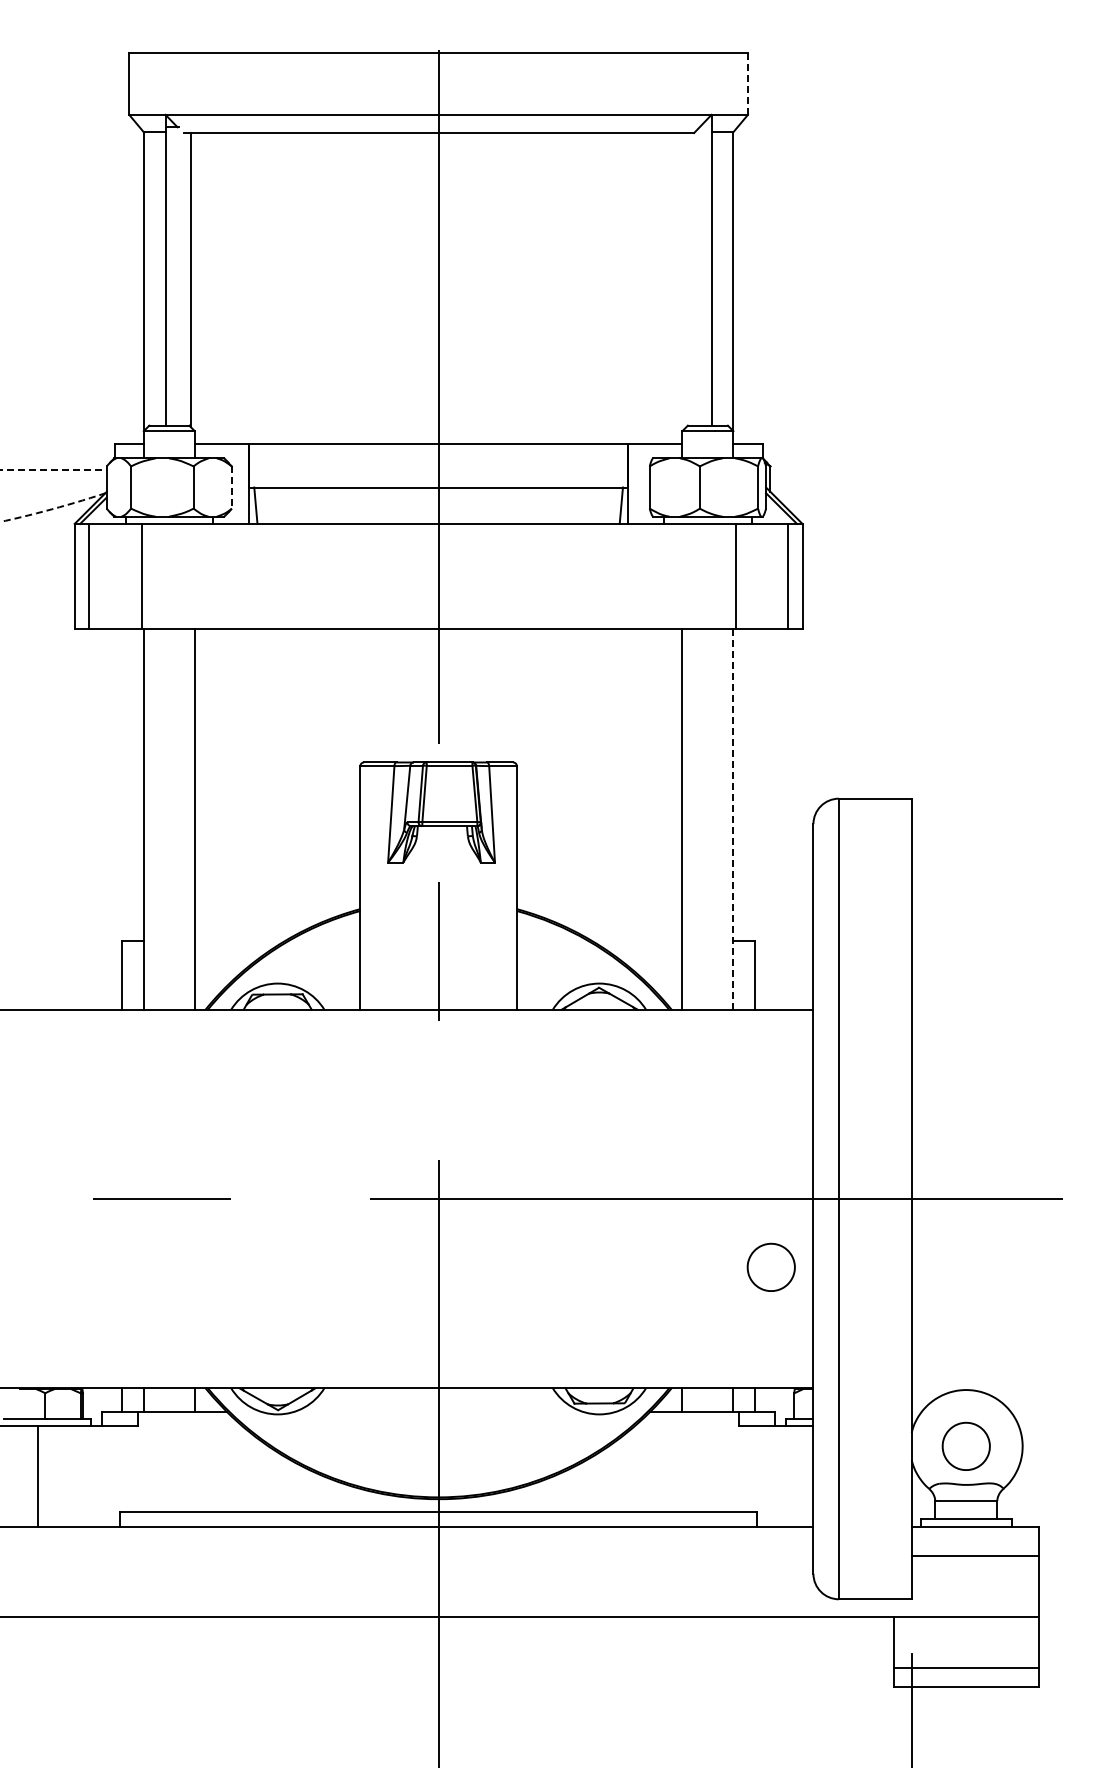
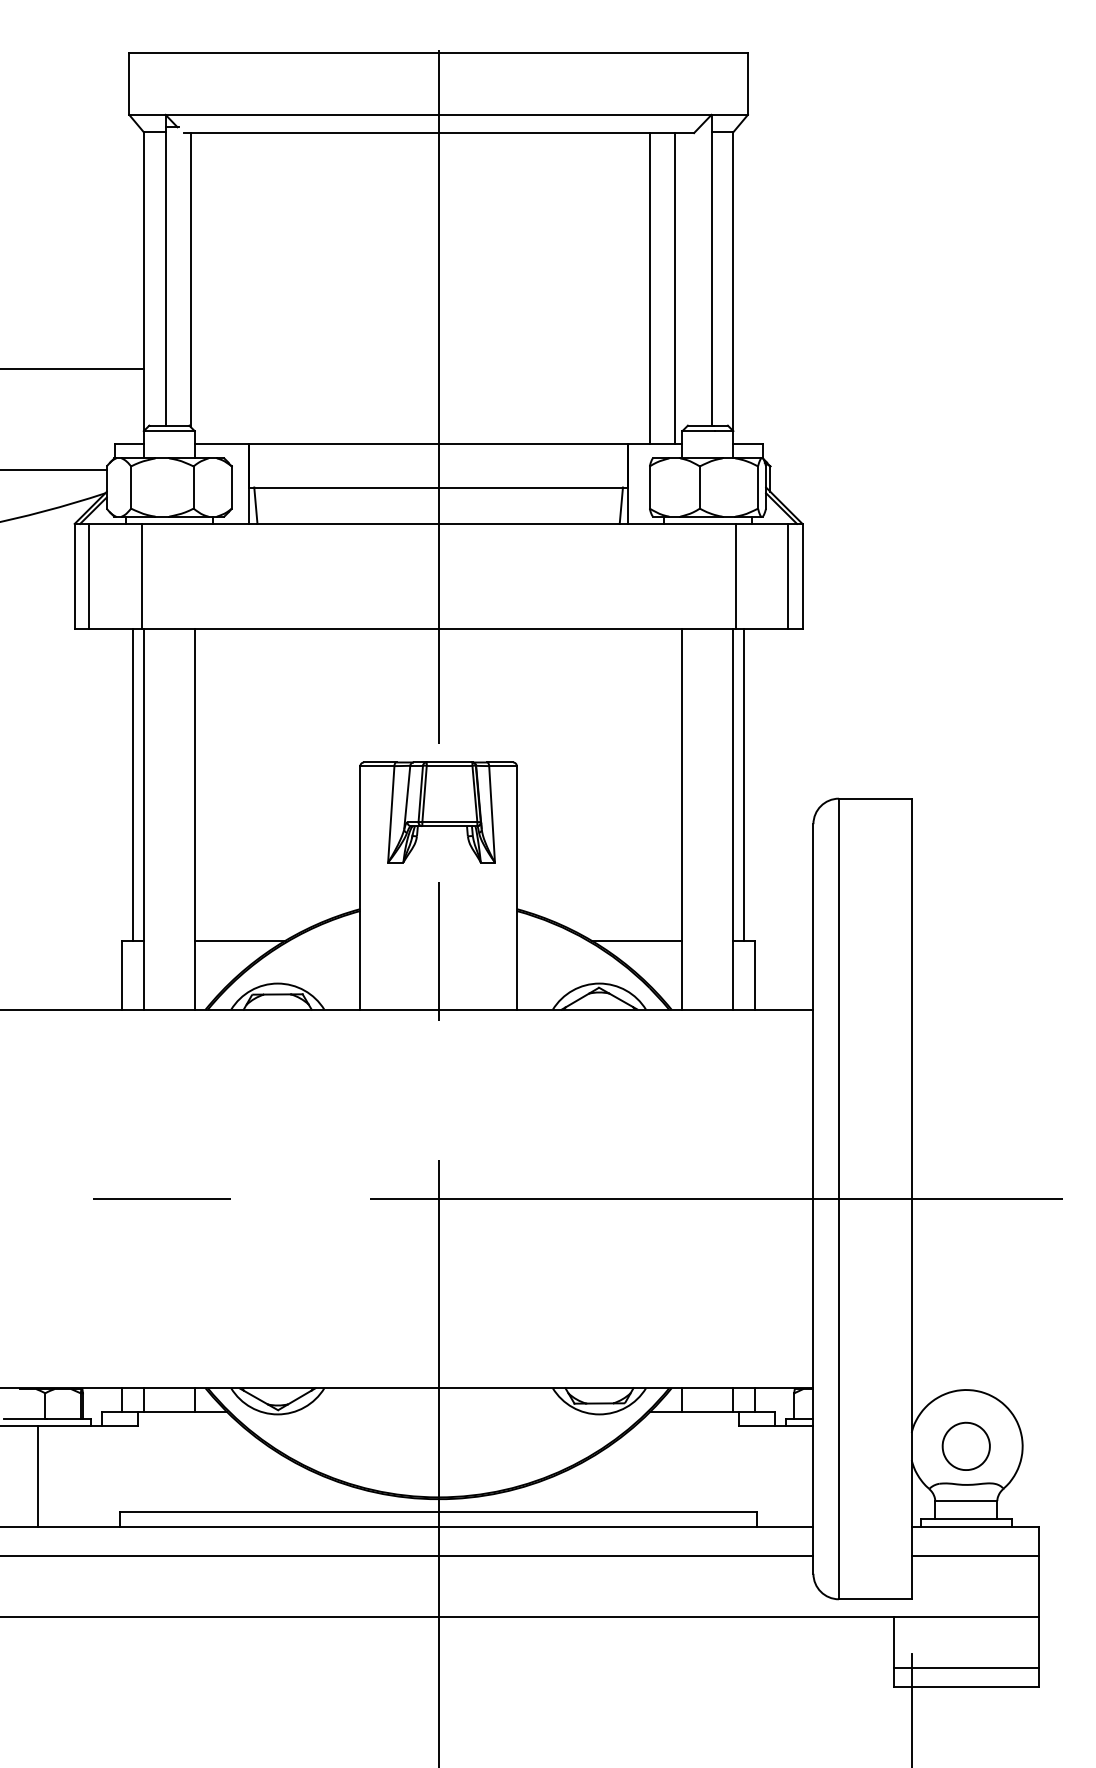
line at (747, 83): dashed -> solid
line at (649, 288): none -> present
line at (675, 288): none -> present
line at (72, 368): none -> present
line at (53, 469): dashed -> solid
line at (231, 488): dashed -> solid
arc at (52, 508): dashed -> solid
line at (132, 784): none -> present
line at (744, 784): none -> present
line at (733, 819): dashed -> solid
line at (239, 940): none -> present
line at (636, 940): none -> present
part at (770, 1266): present -> none
line at (407, 1555): none -> present
